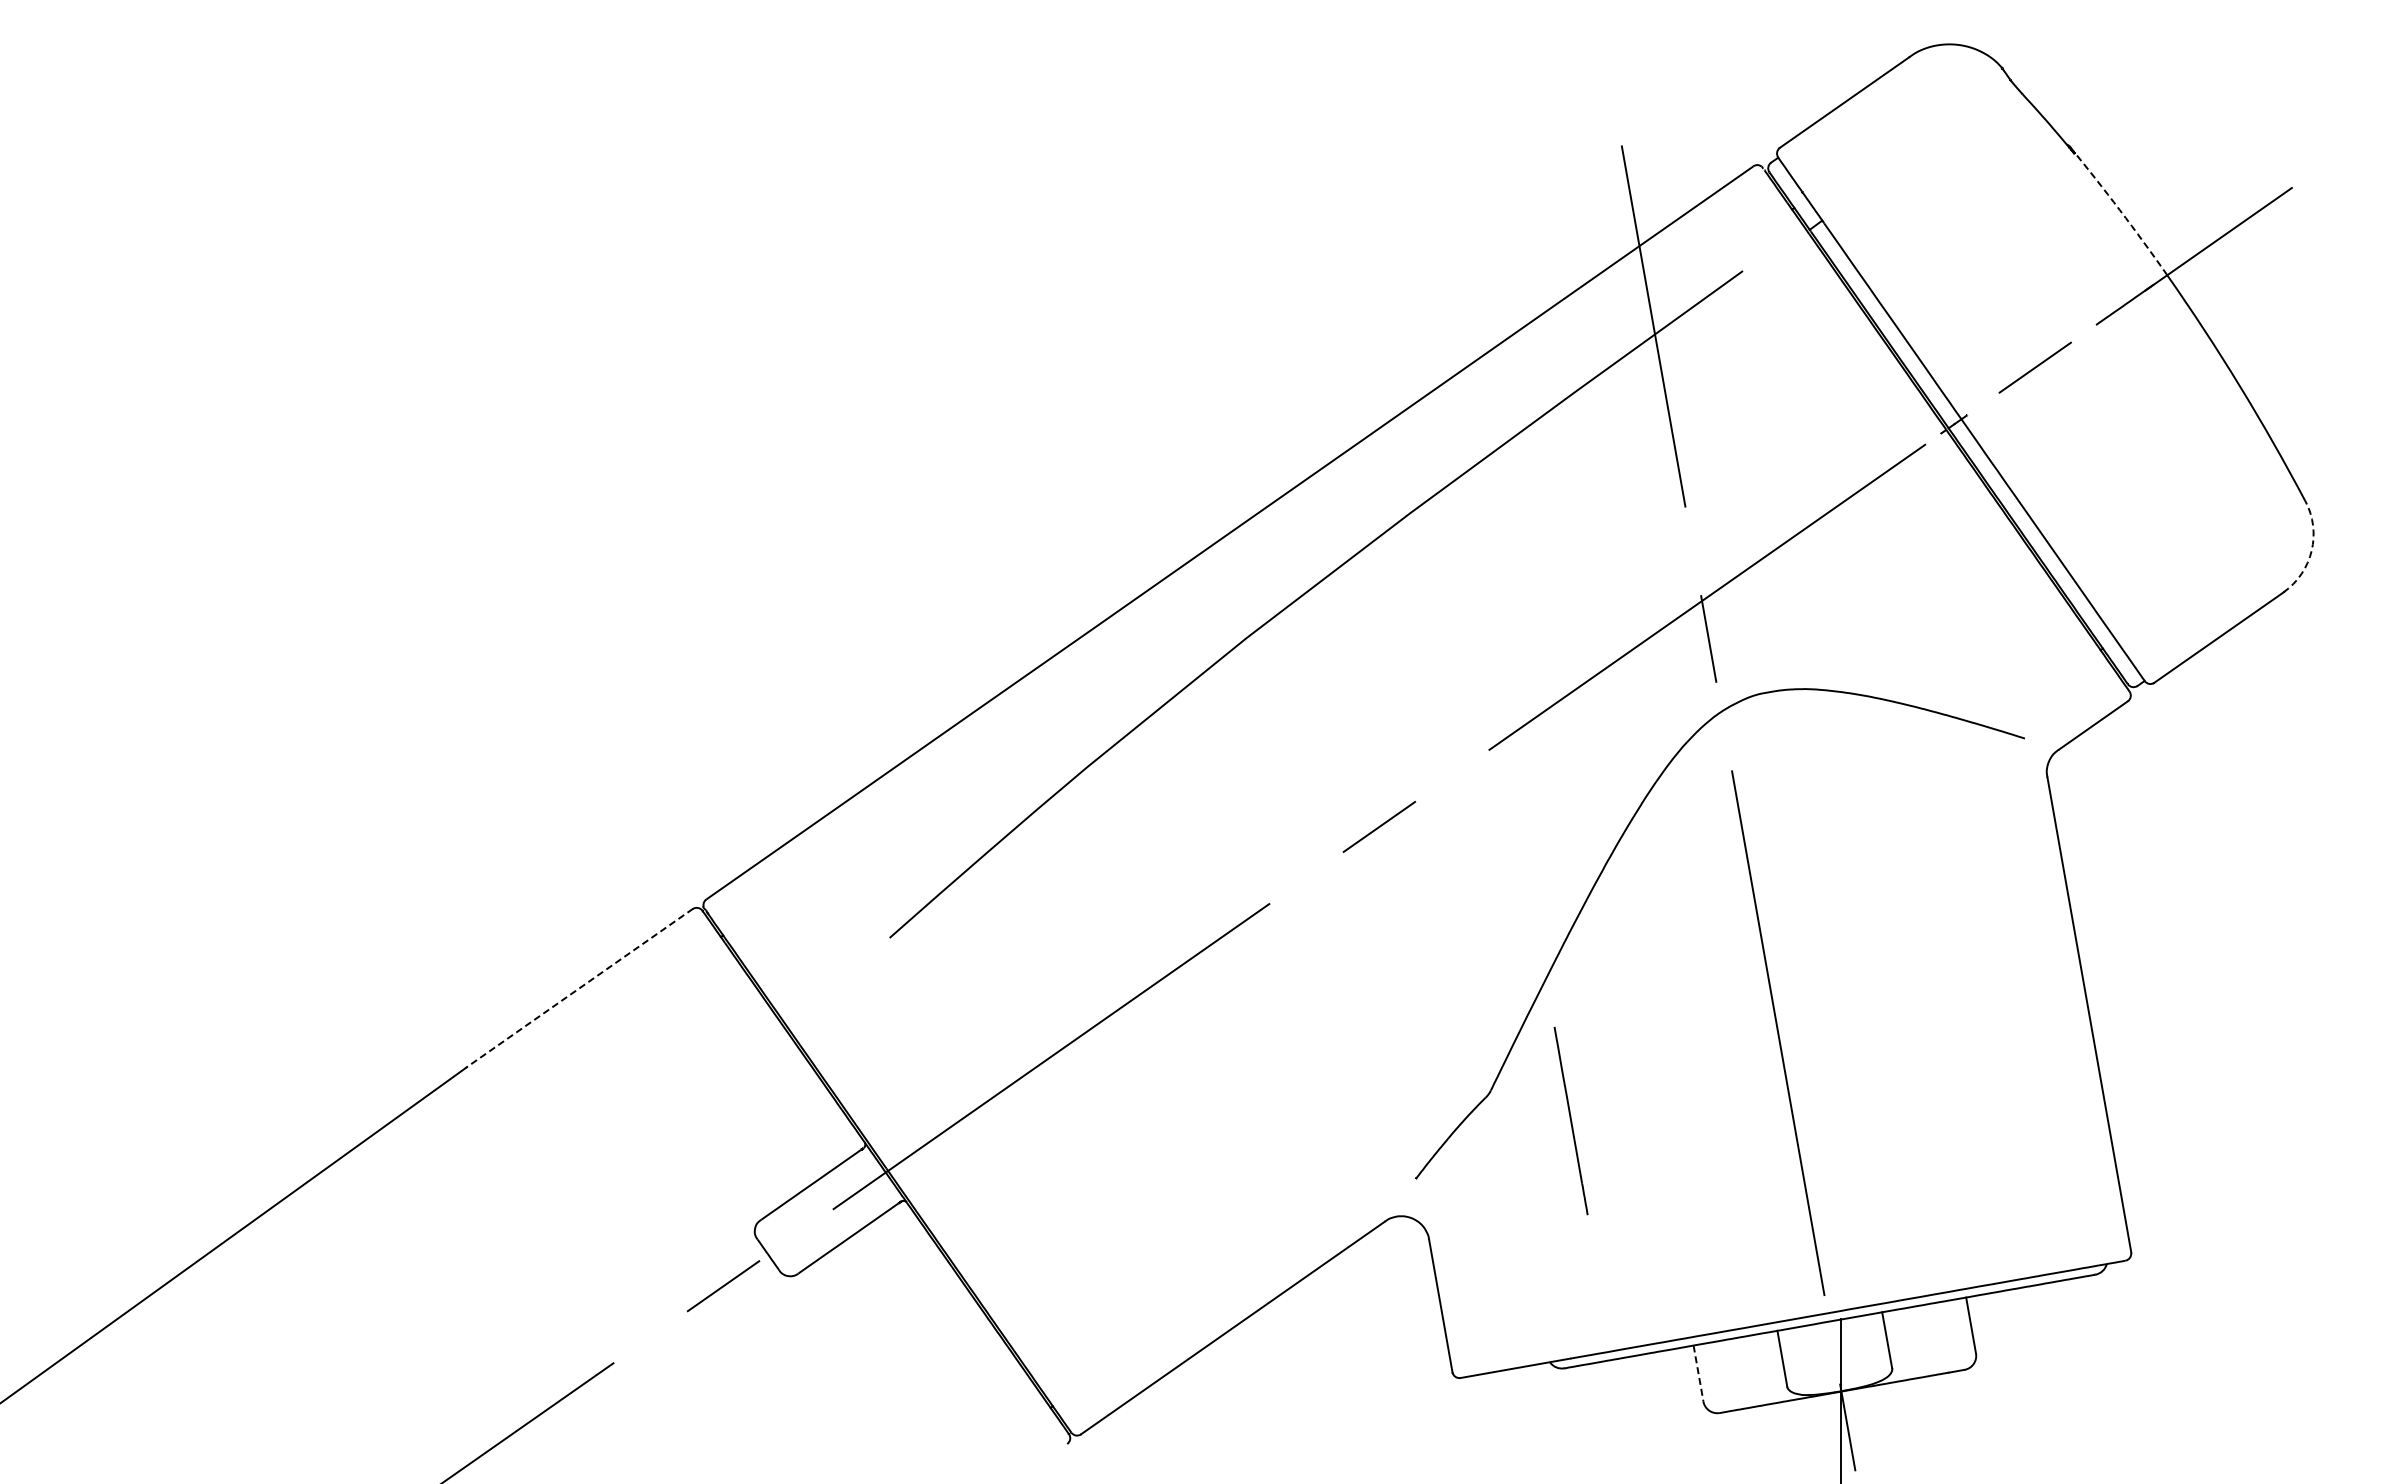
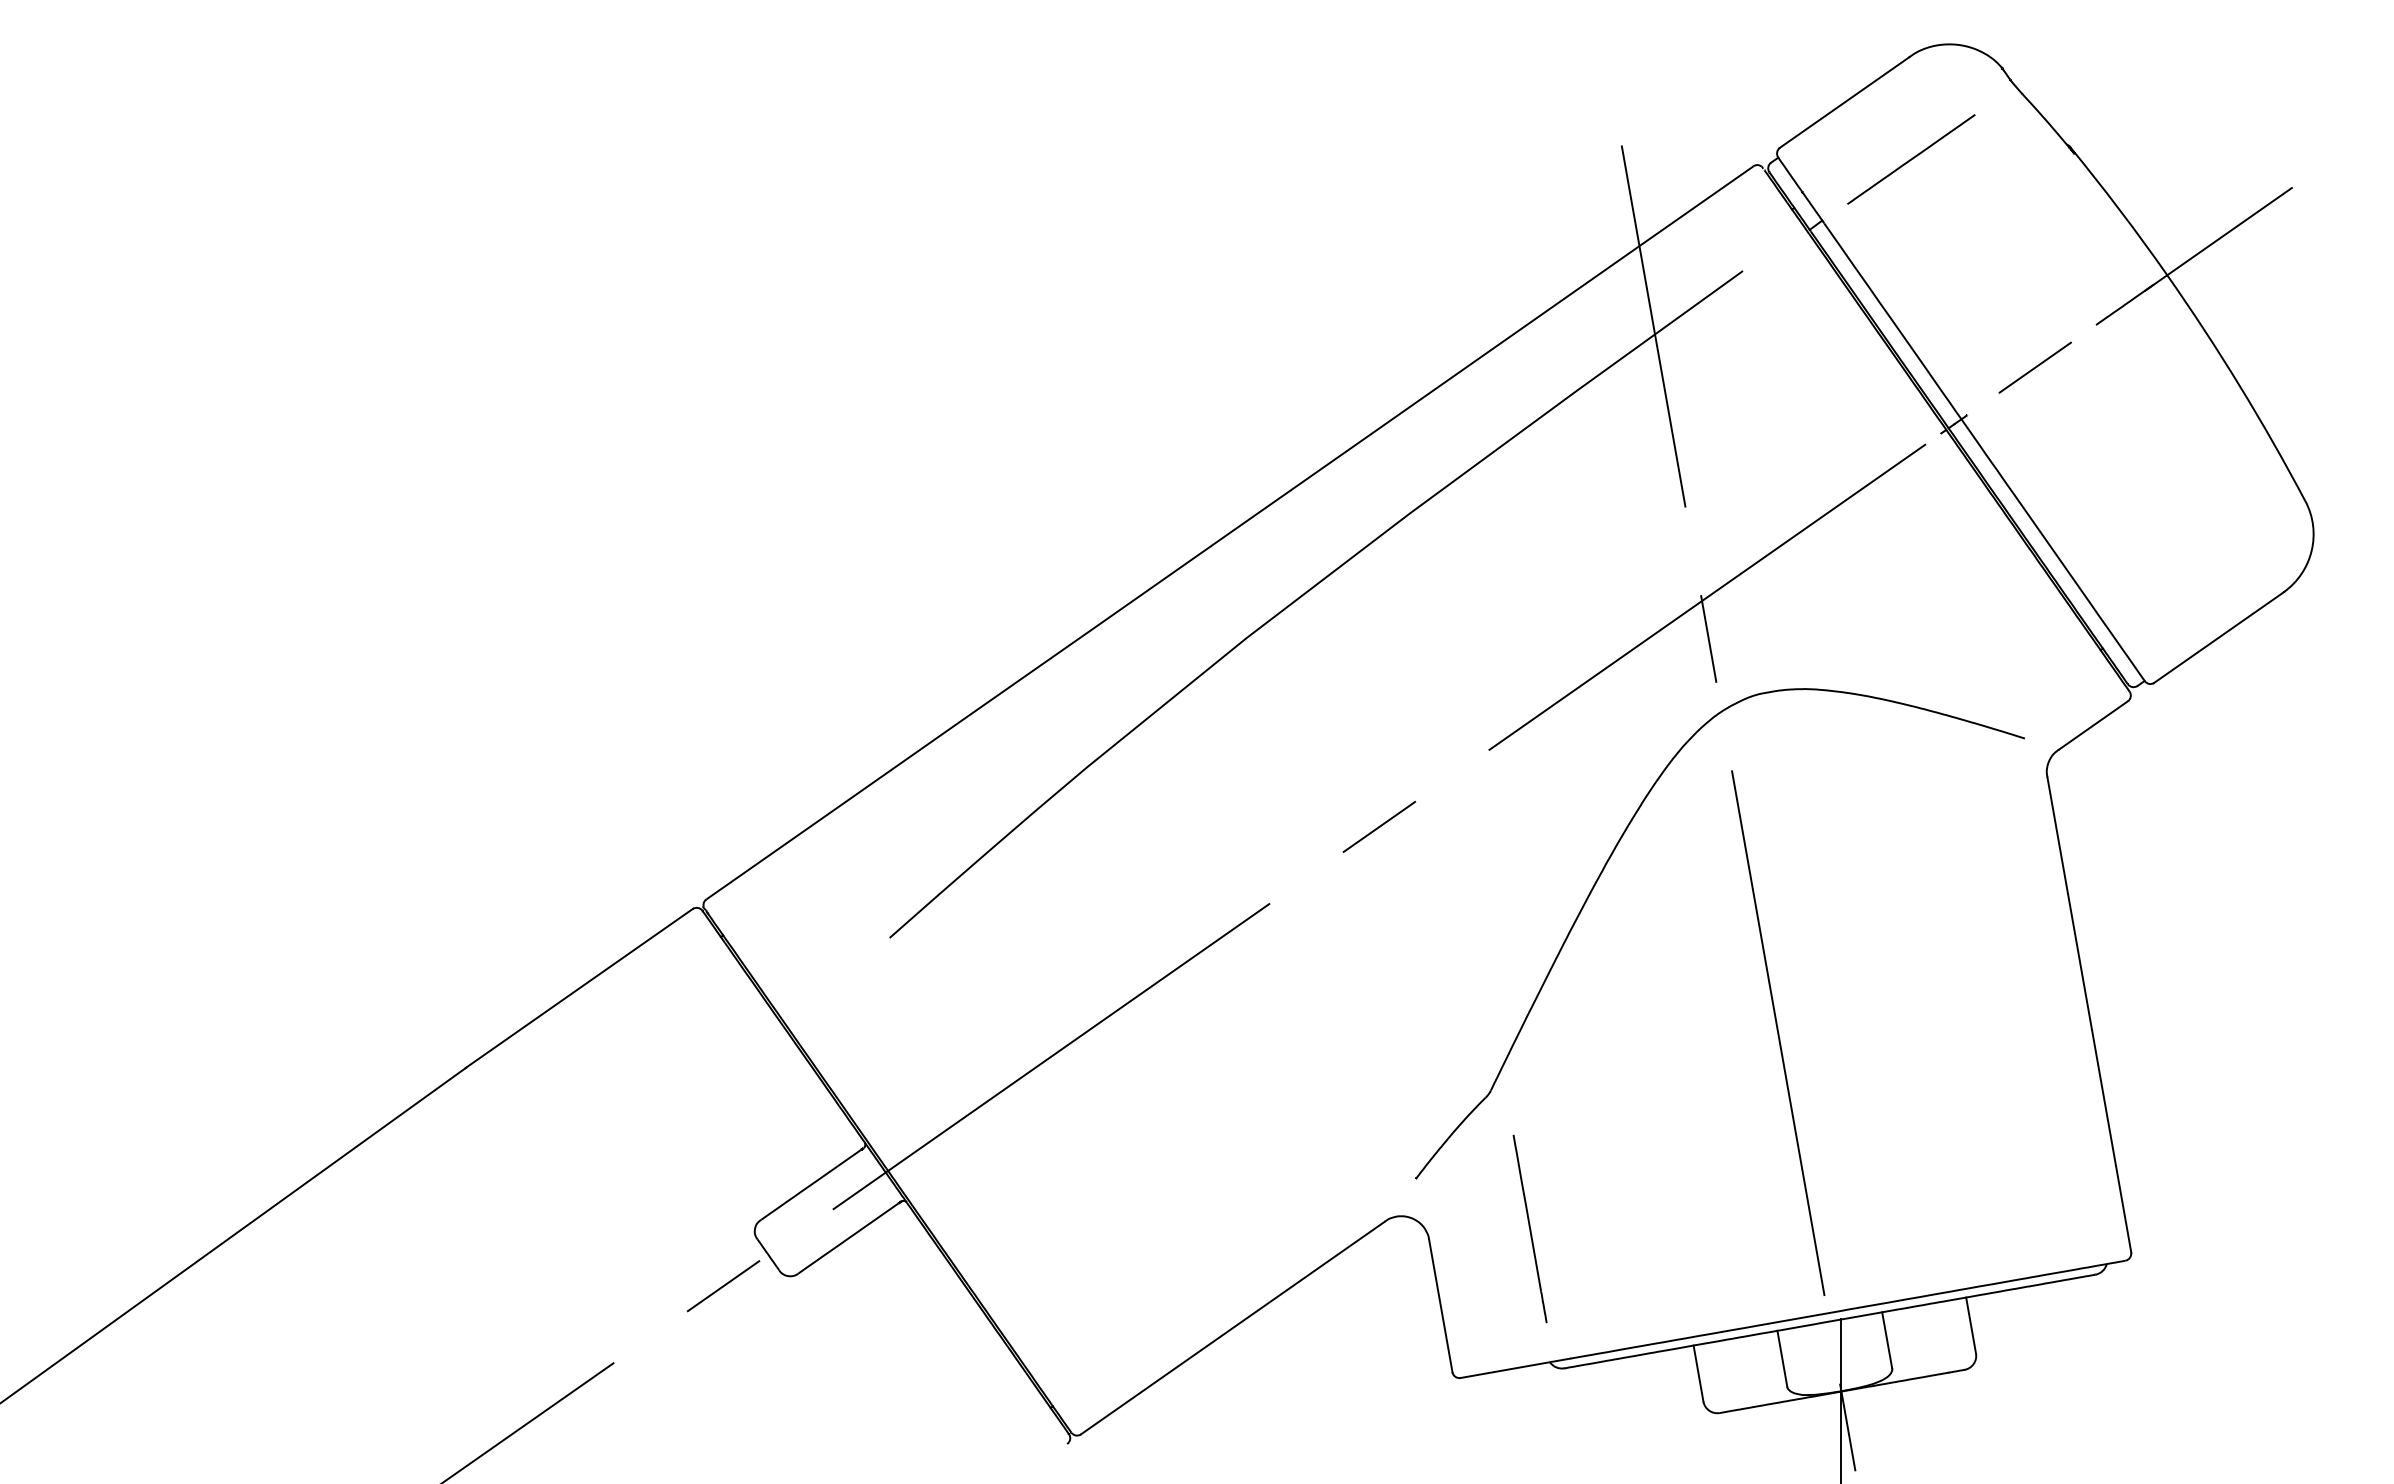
line at (1911, 159): none -> present
arc at (2119, 210): dashed -> solid
arc at (2311, 550): dashed -> solid
line at (578, 988): dashed -> solid
line at (1570, 1120) position: (1570, 1120) -> (1529, 1228)
line at (1698, 1373): dashed -> solid
